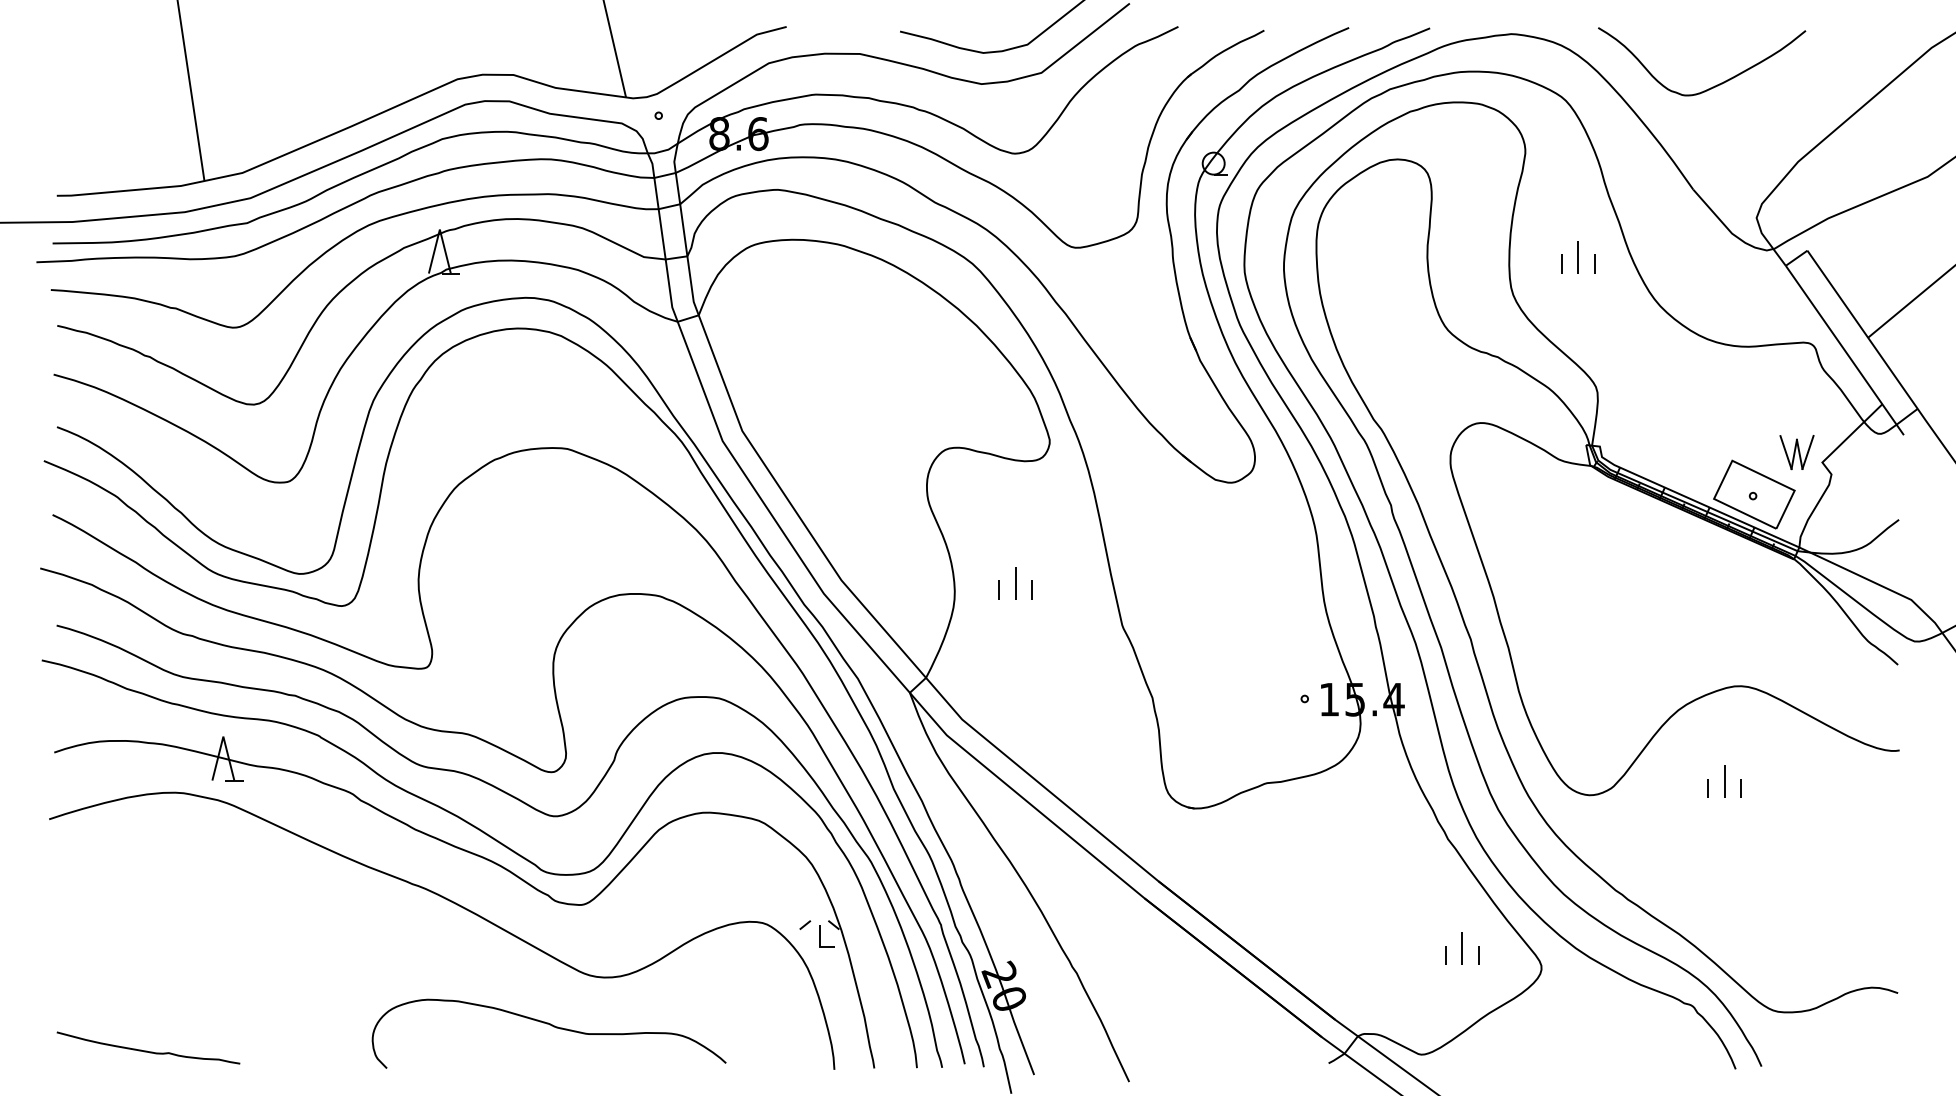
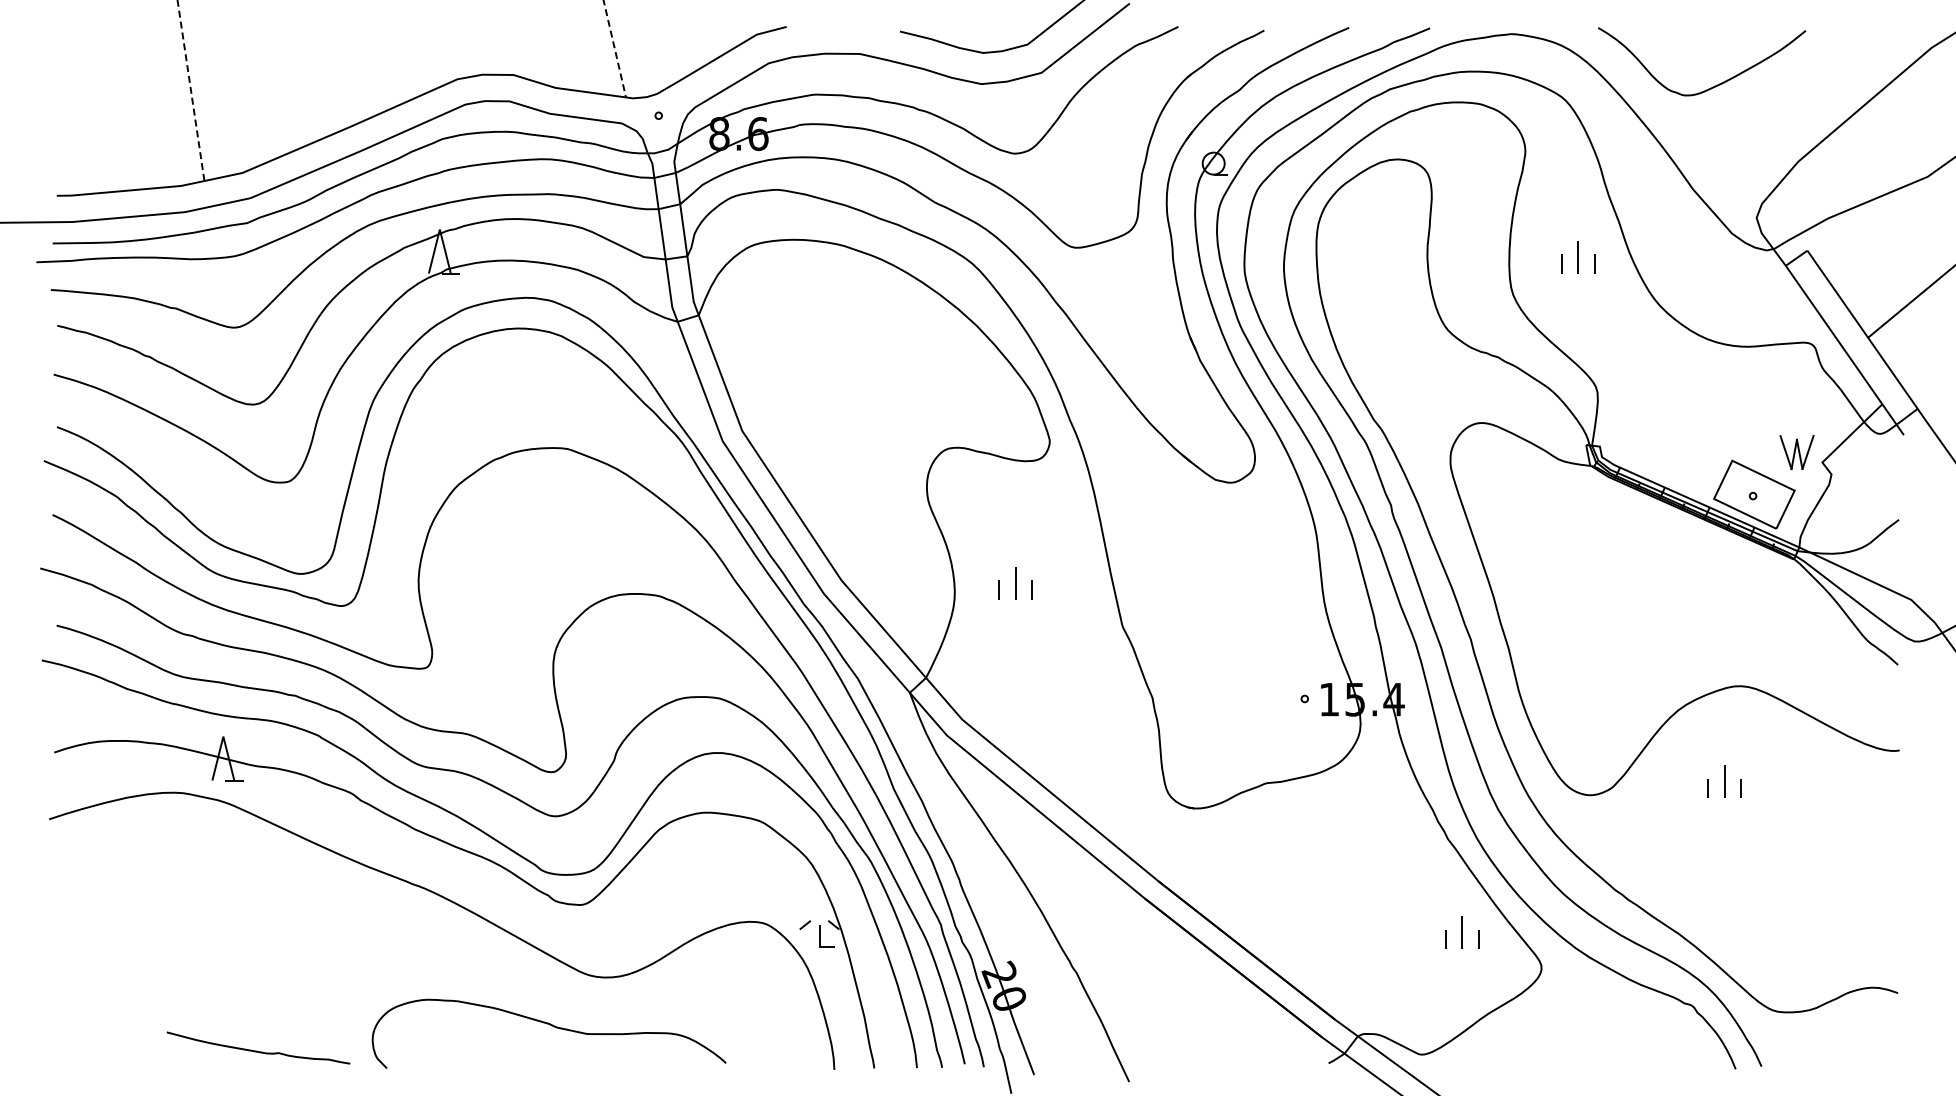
line at (614, 48): solid -> dashed
line at (191, 91): solid -> dashed
part at (1462, 948) position: (1462, 948) -> (1462, 932)
curve at (147, 1050) position: (147, 1050) -> (257, 1050)
